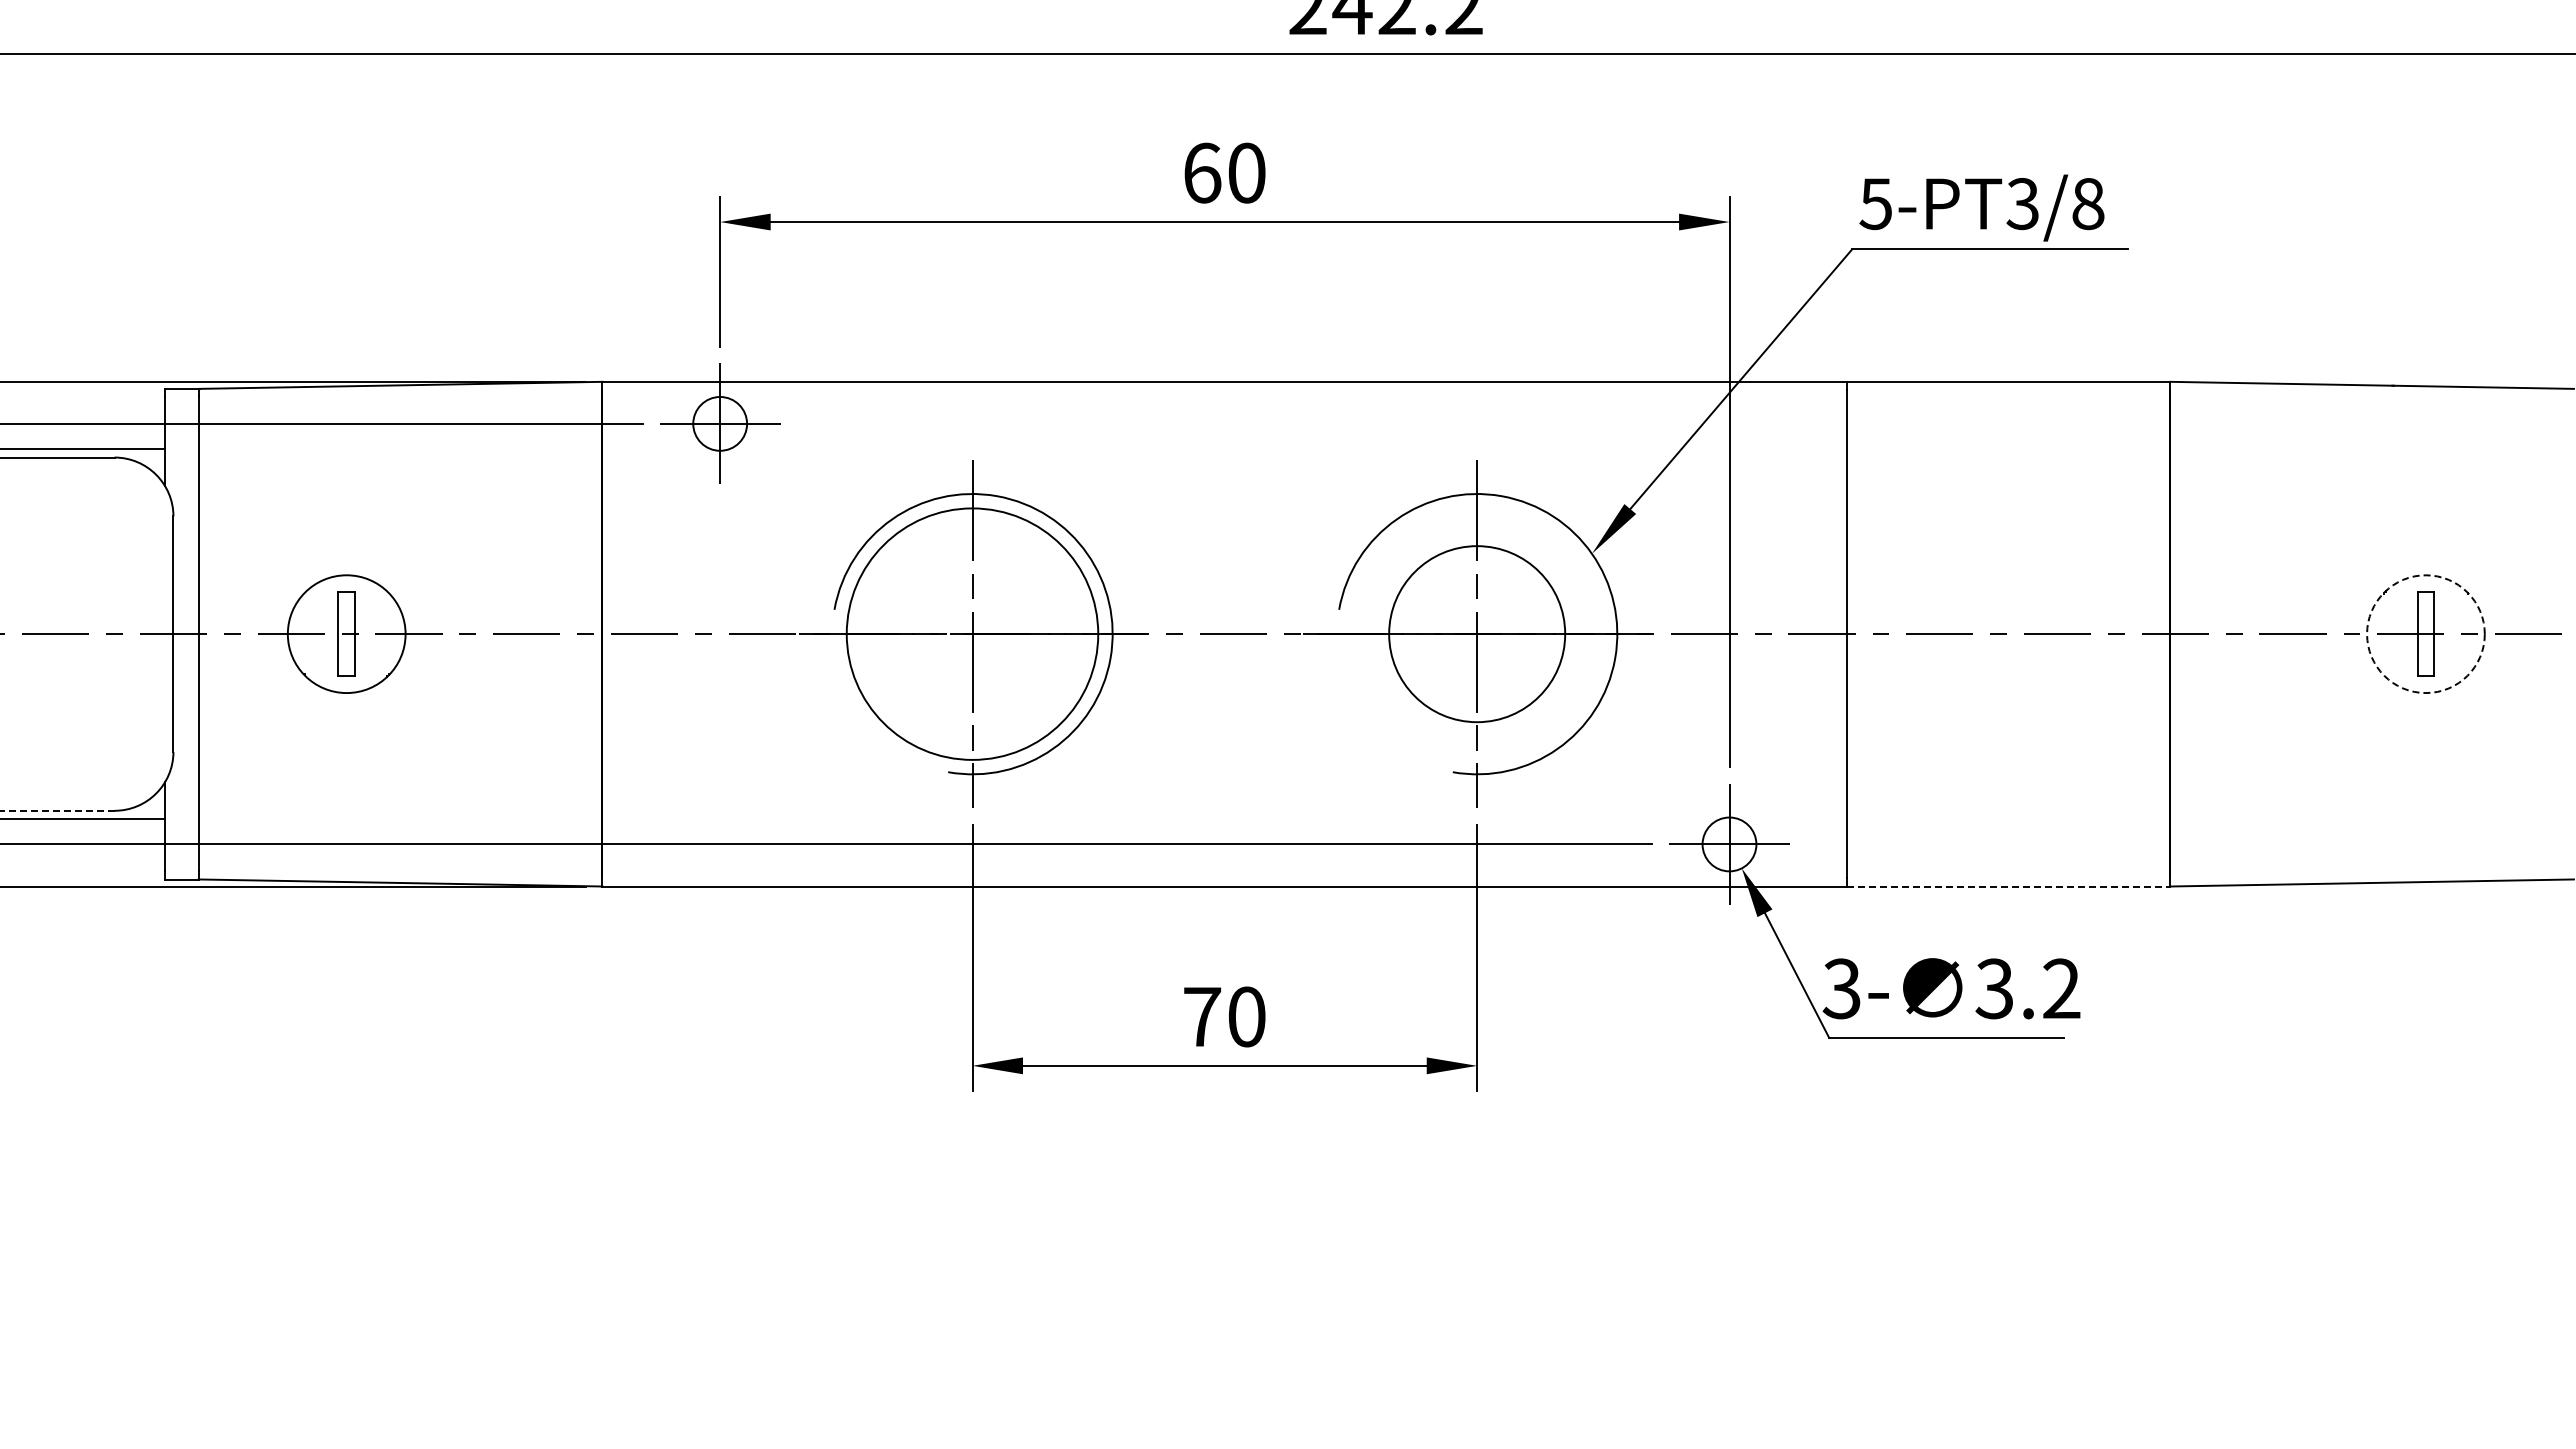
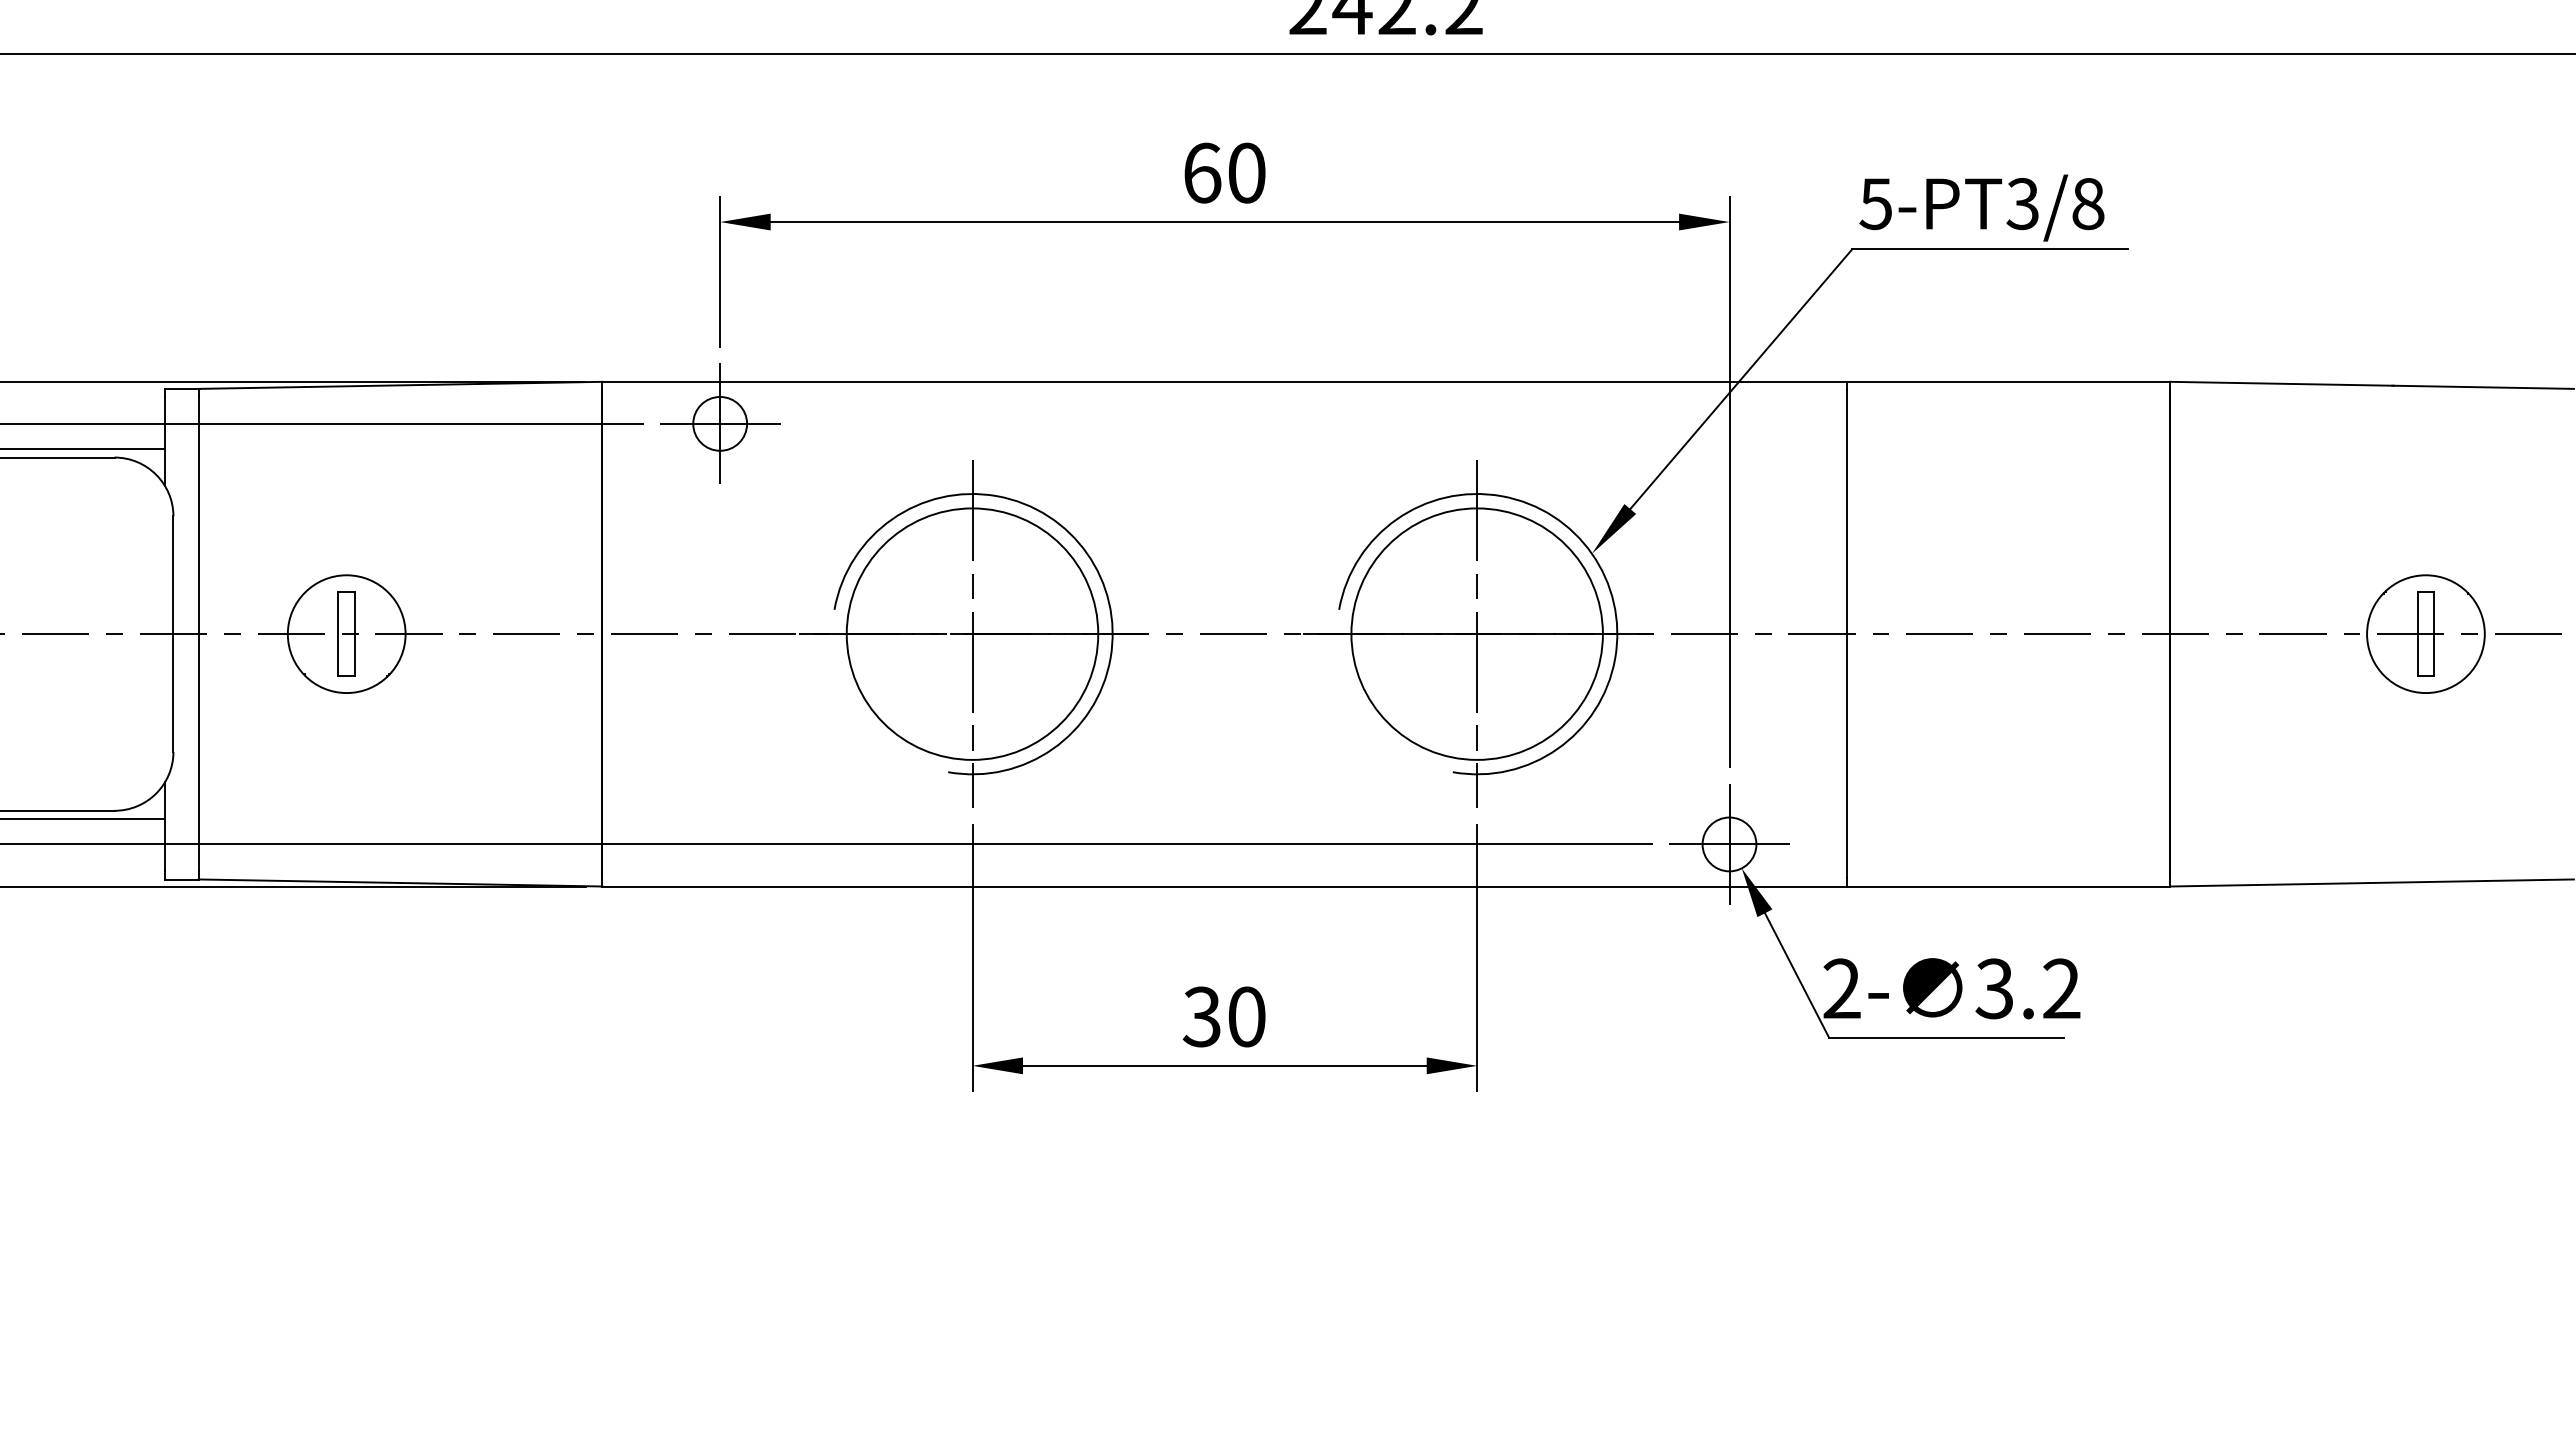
circle at (1477, 634) diameter: 176 px -> 251 px
circle at (2425, 634): dashed -> solid
line at (57, 810): dashed -> solid
line at (2009, 886): dashed -> solid
text at (1841, 988): 3- -> 2-
text at (1201, 1016): 70 -> 30
